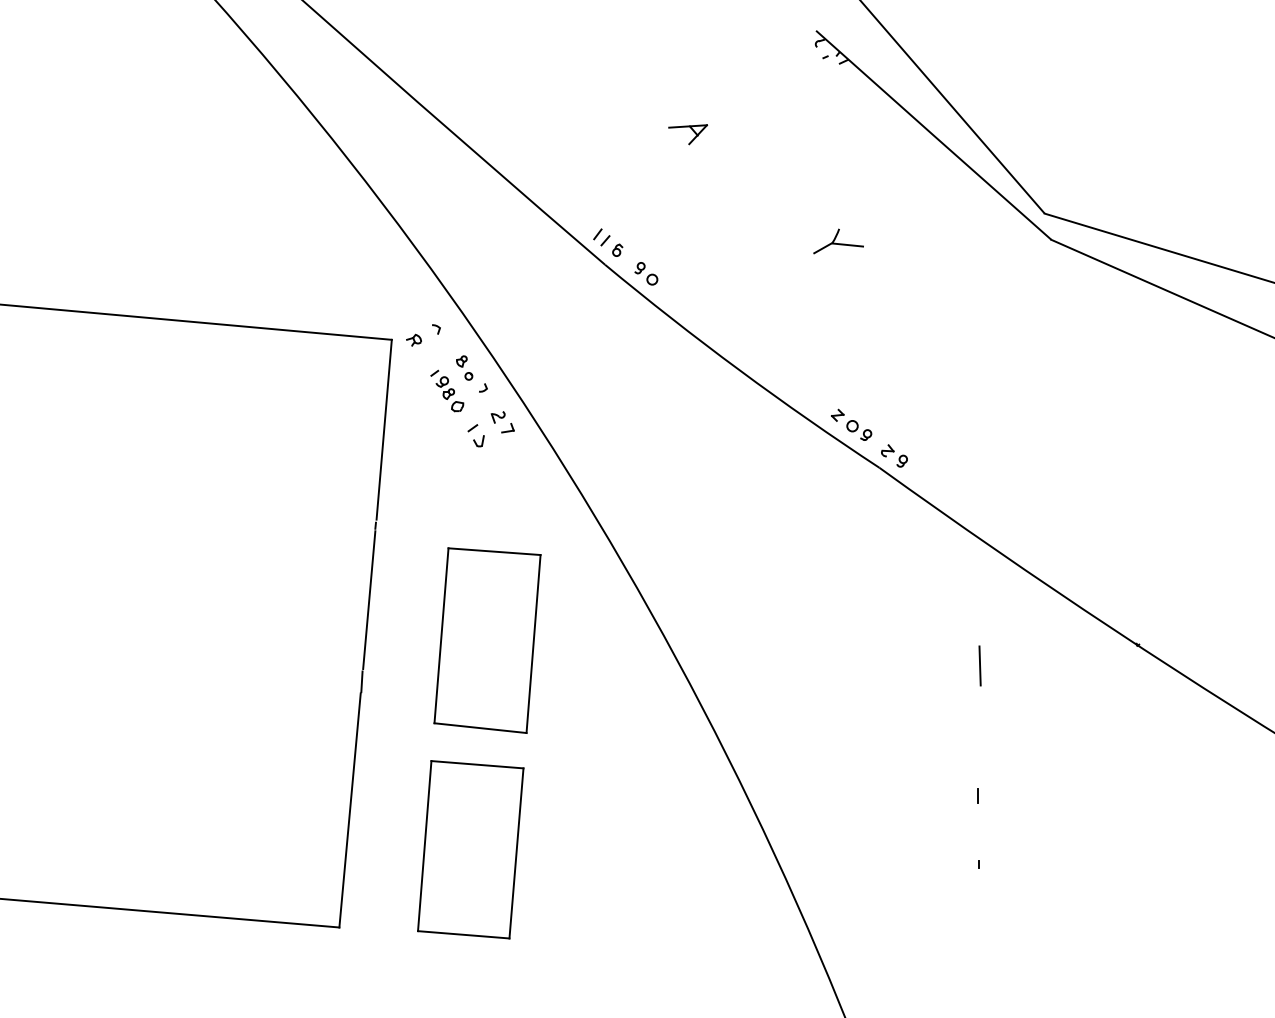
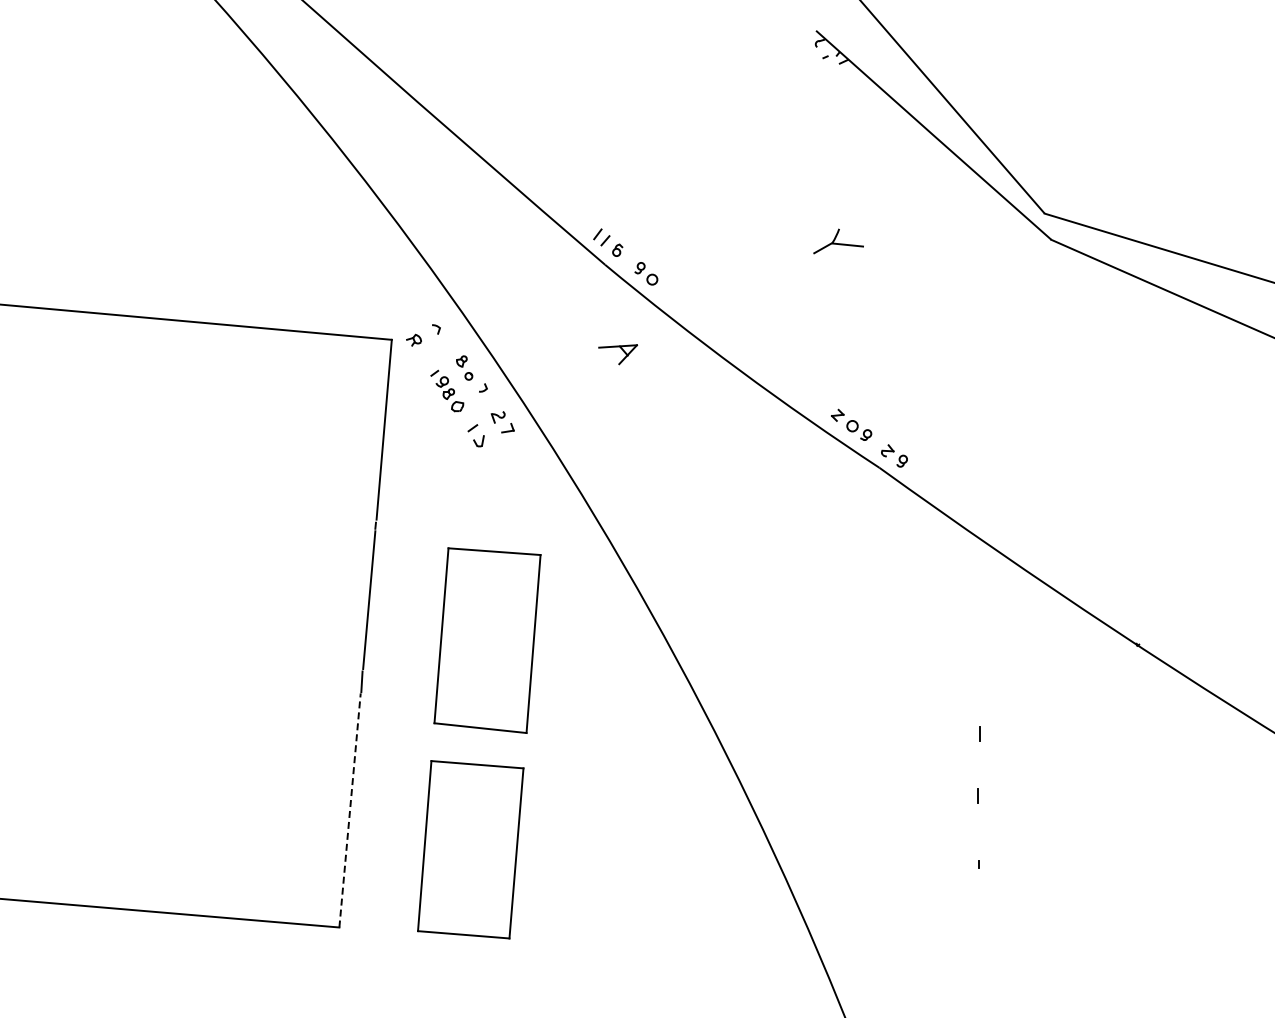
part at (688, 134) position: (688, 134) -> (618, 354)
line at (979, 665): present -> none
line at (979, 733): none -> present
line at (350, 810): solid -> dashed
